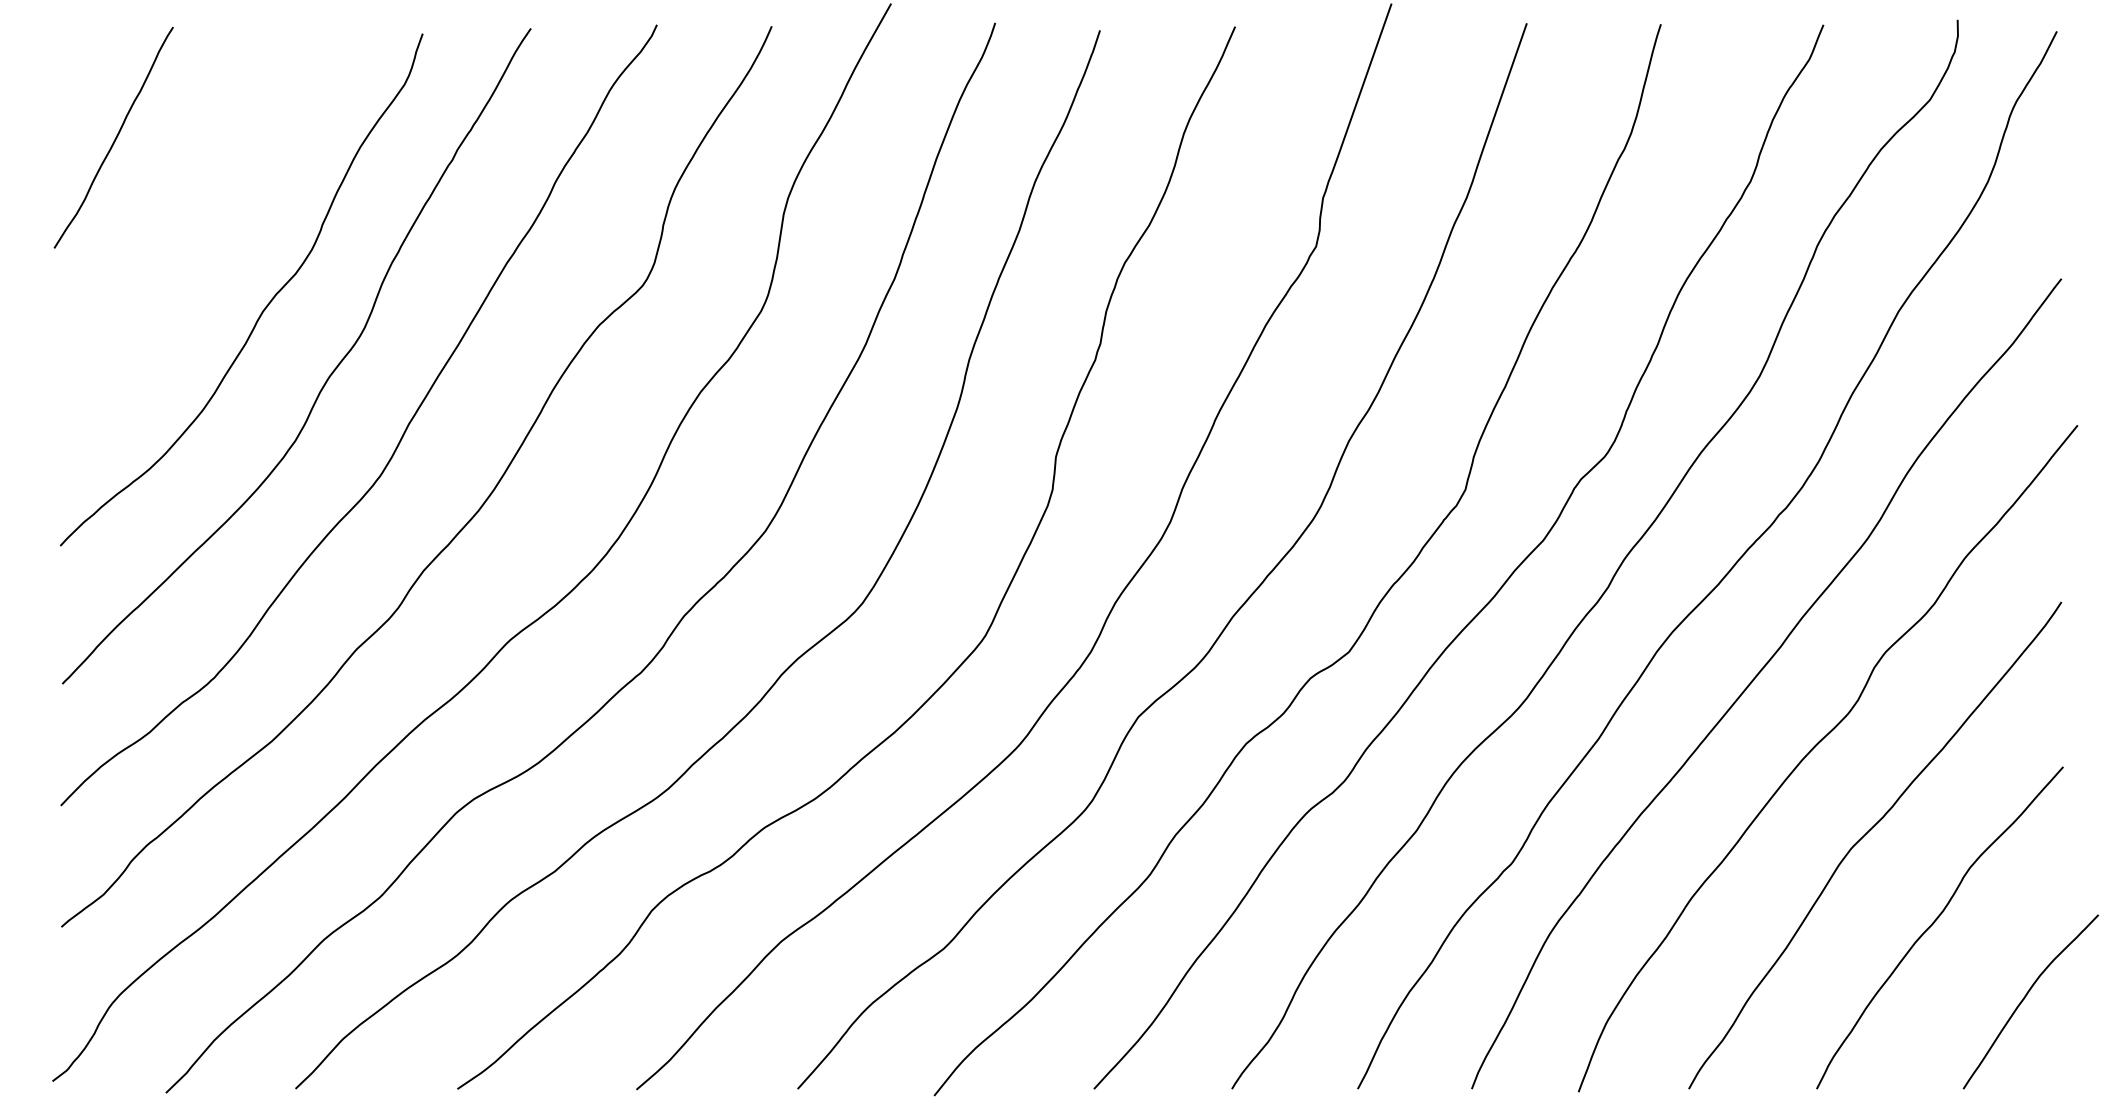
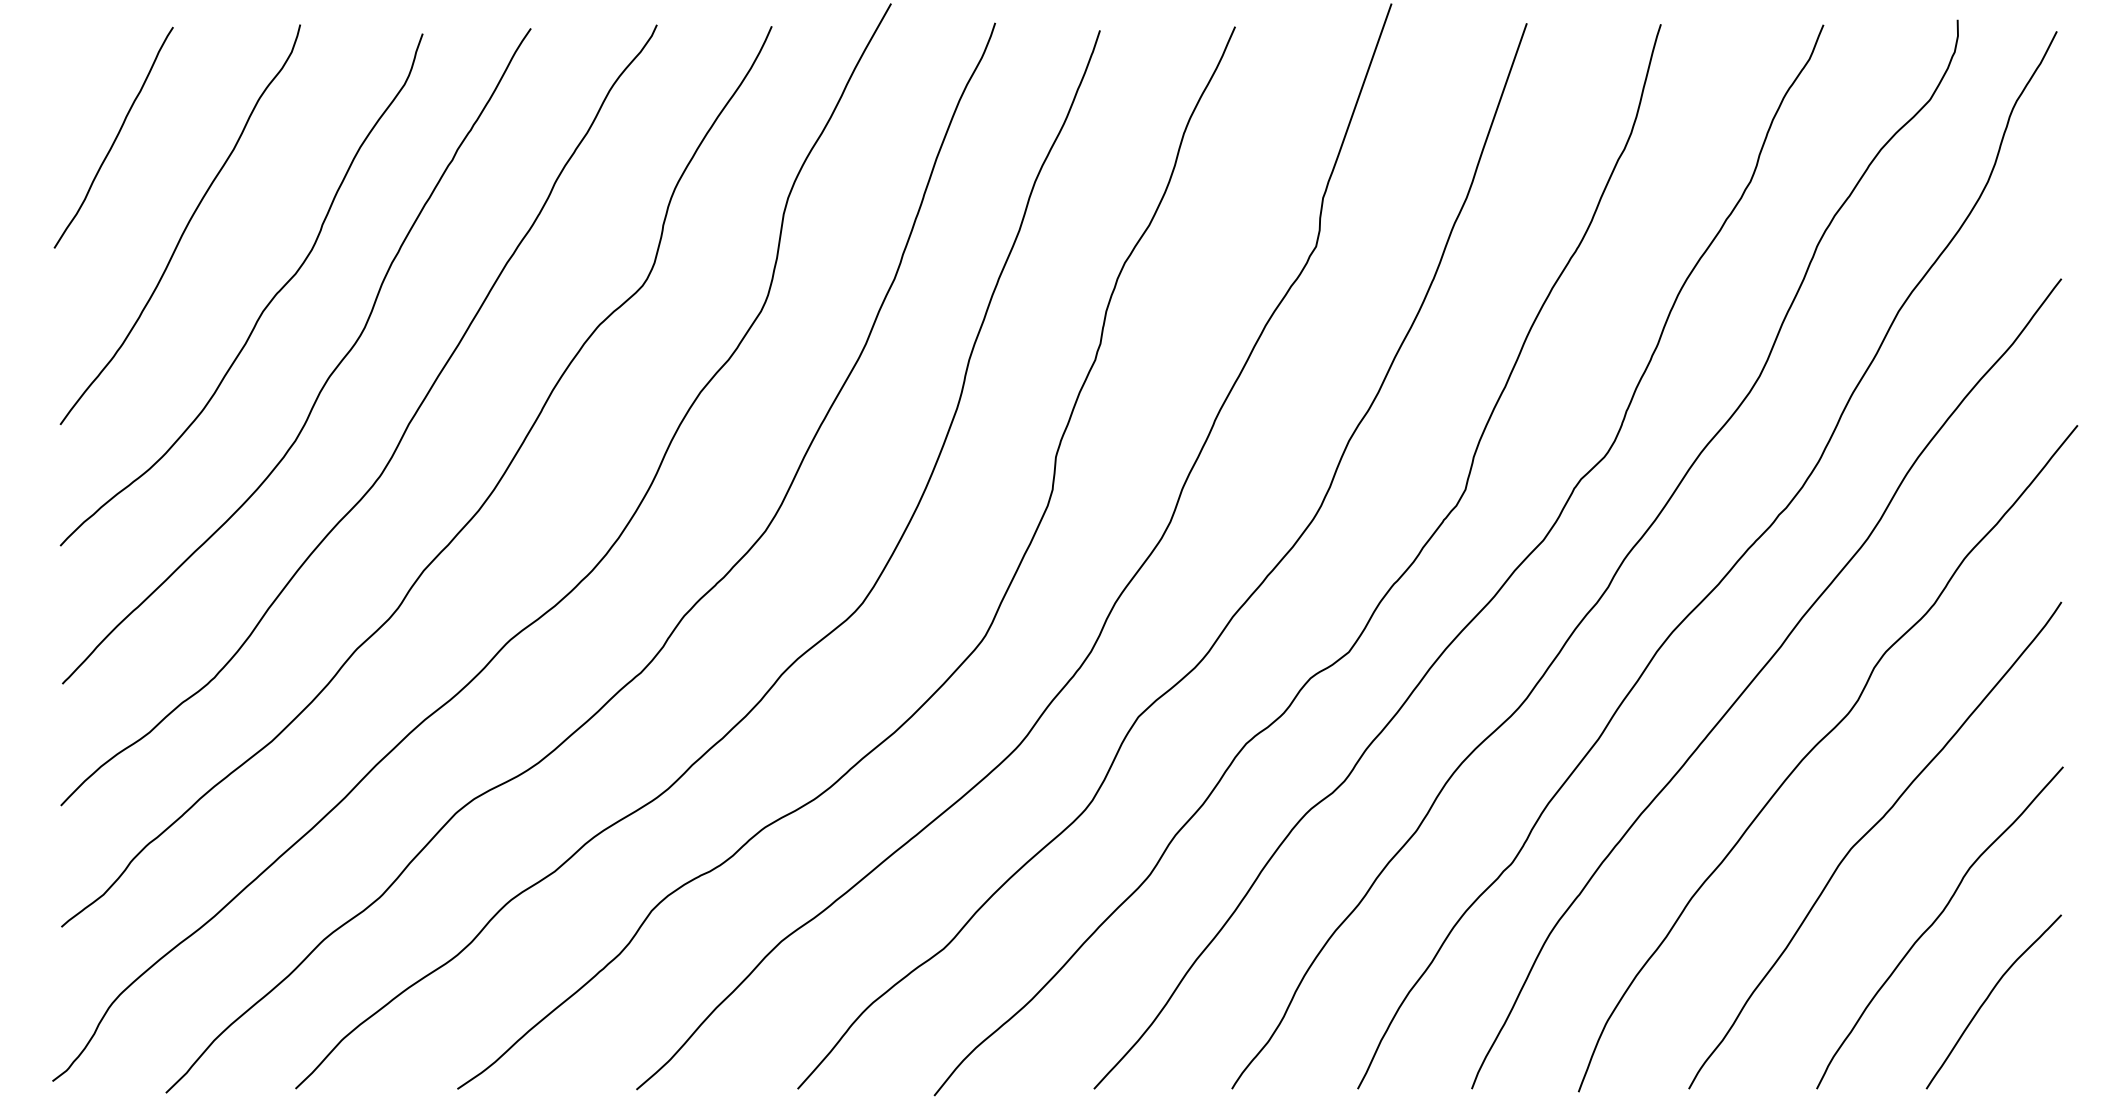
curve at (185, 226): none -> present
curve at (2025, 998) position: (2025, 998) -> (1988, 998)
